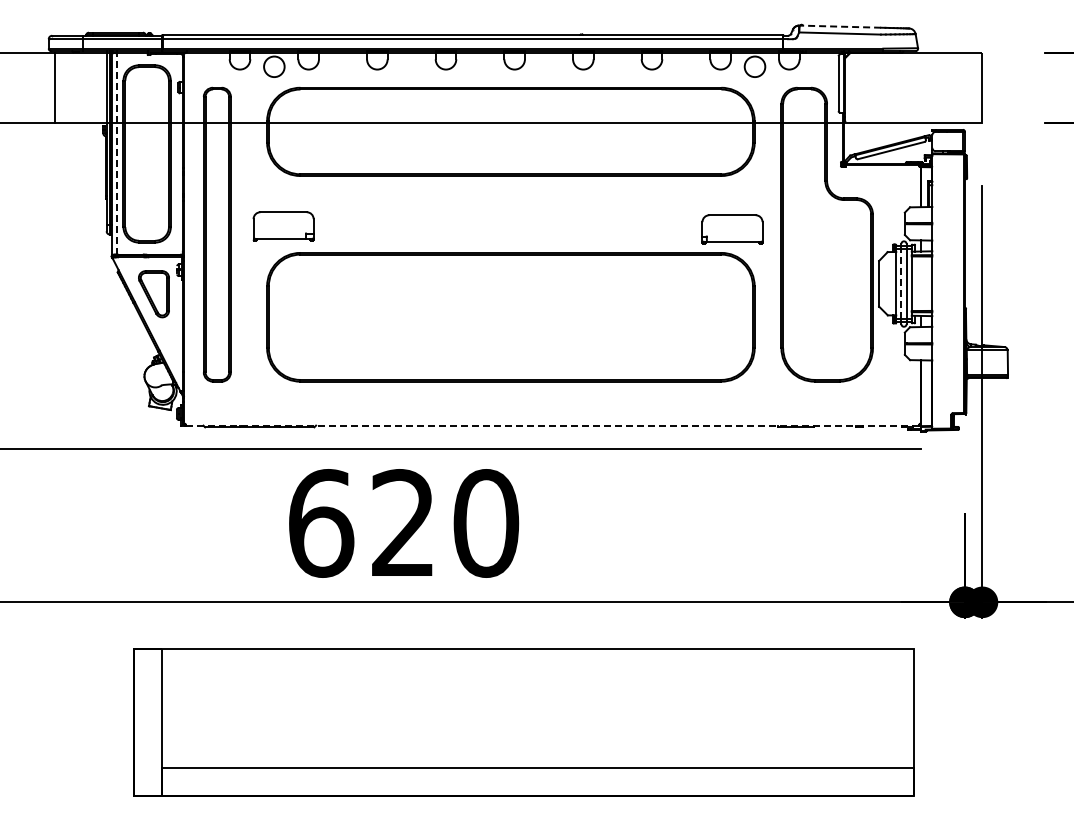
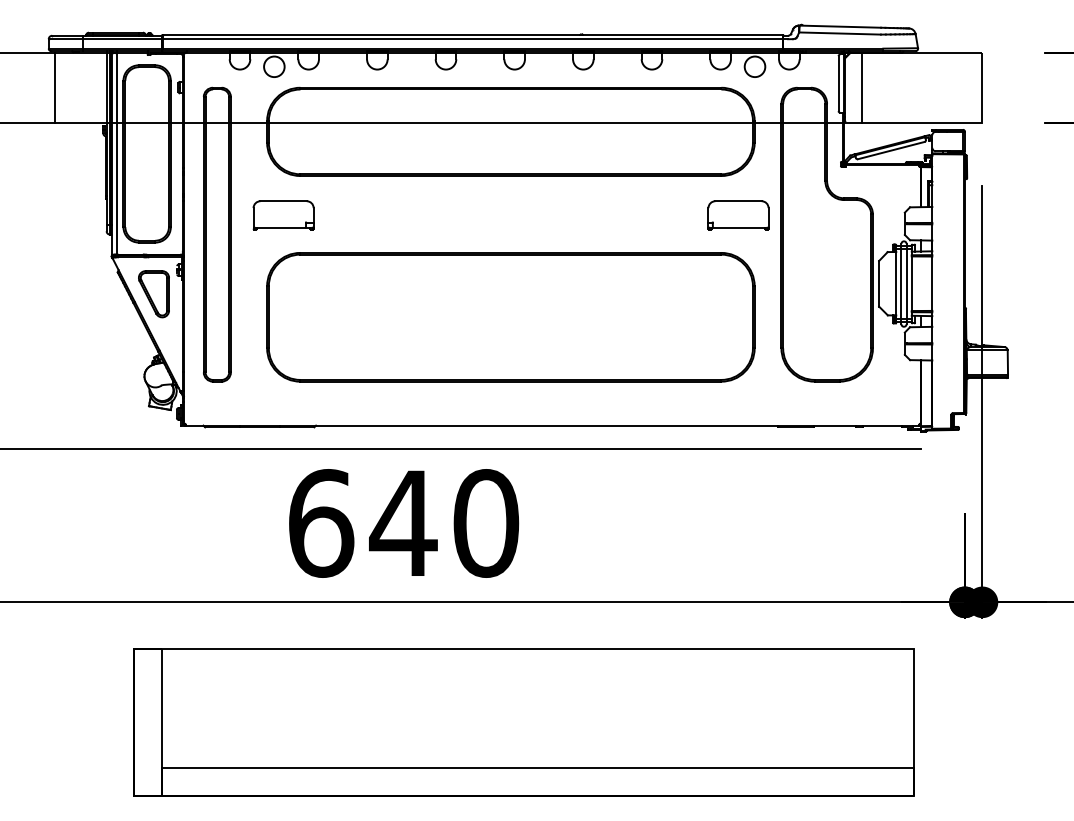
line at (840, 26): dashed -> solid
line at (861, 87): none -> present
line at (116, 153): dashed -> solid
part at (283, 226) position: (283, 226) -> (283, 215)
part at (732, 229) position: (732, 229) -> (738, 215)
line at (901, 283): dashed -> solid
line at (552, 425): dashed -> solid
text at (403, 522): 620 -> 640
